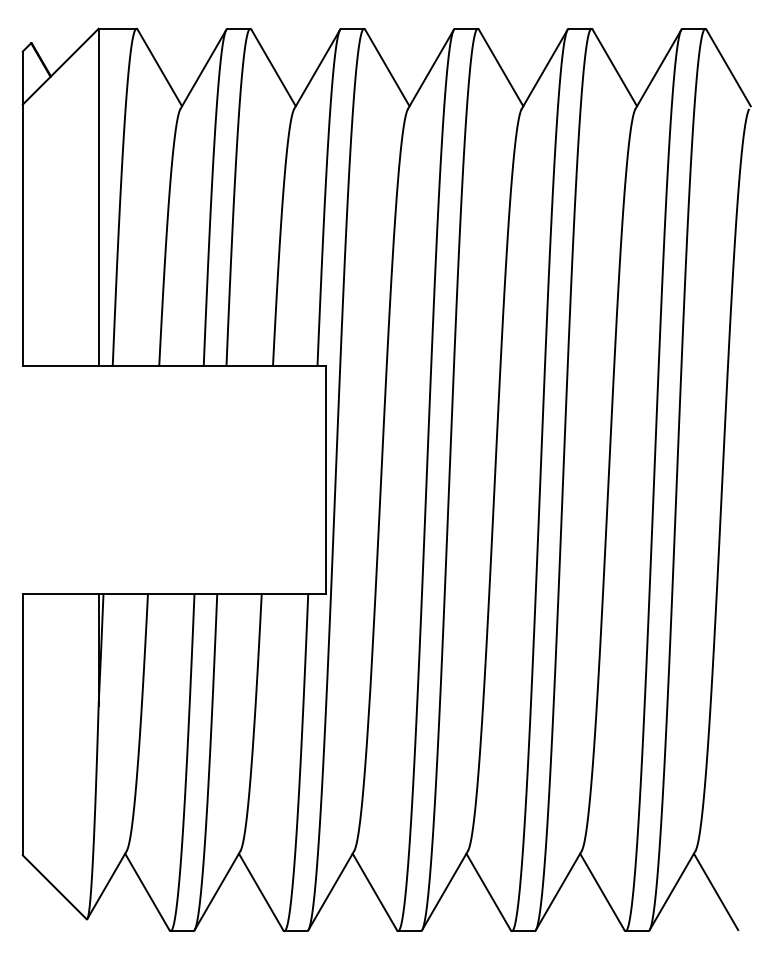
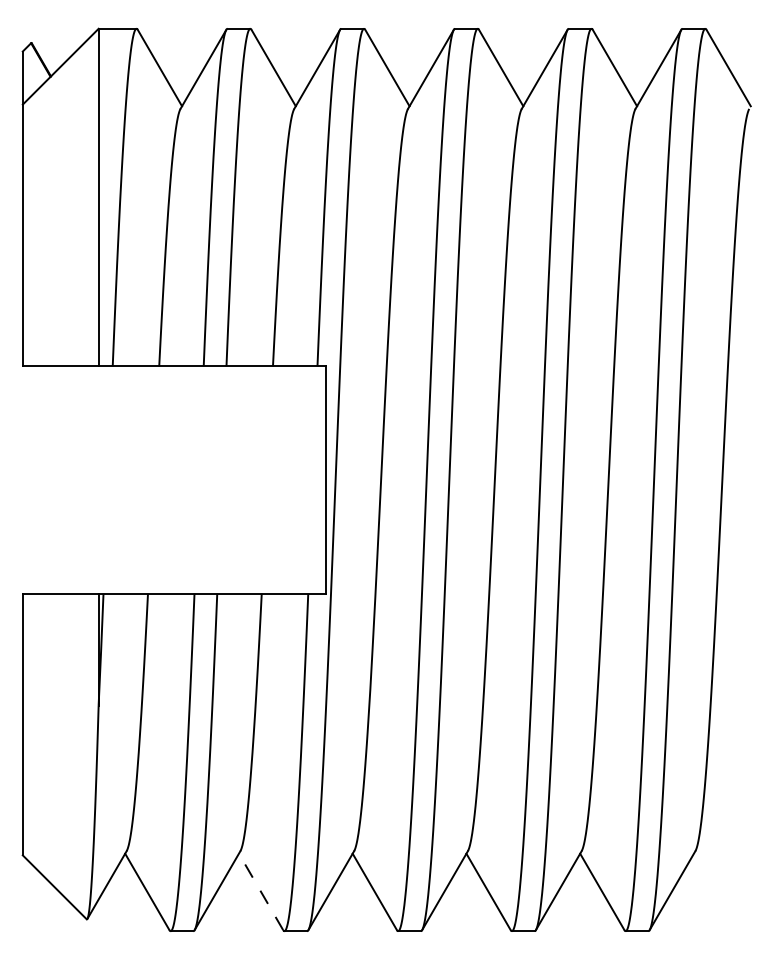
line at (260, 891): solid -> dashed
line at (715, 891): present -> none
